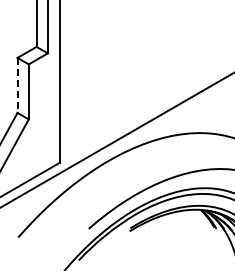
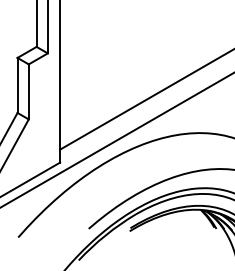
line at (17, 85): dashed -> solid
line at (145, 99): none -> present
